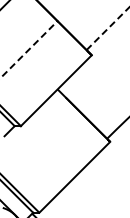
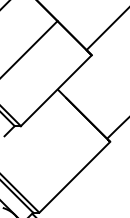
line at (108, 28): dashed -> solid
line at (28, 49): dashed -> solid
